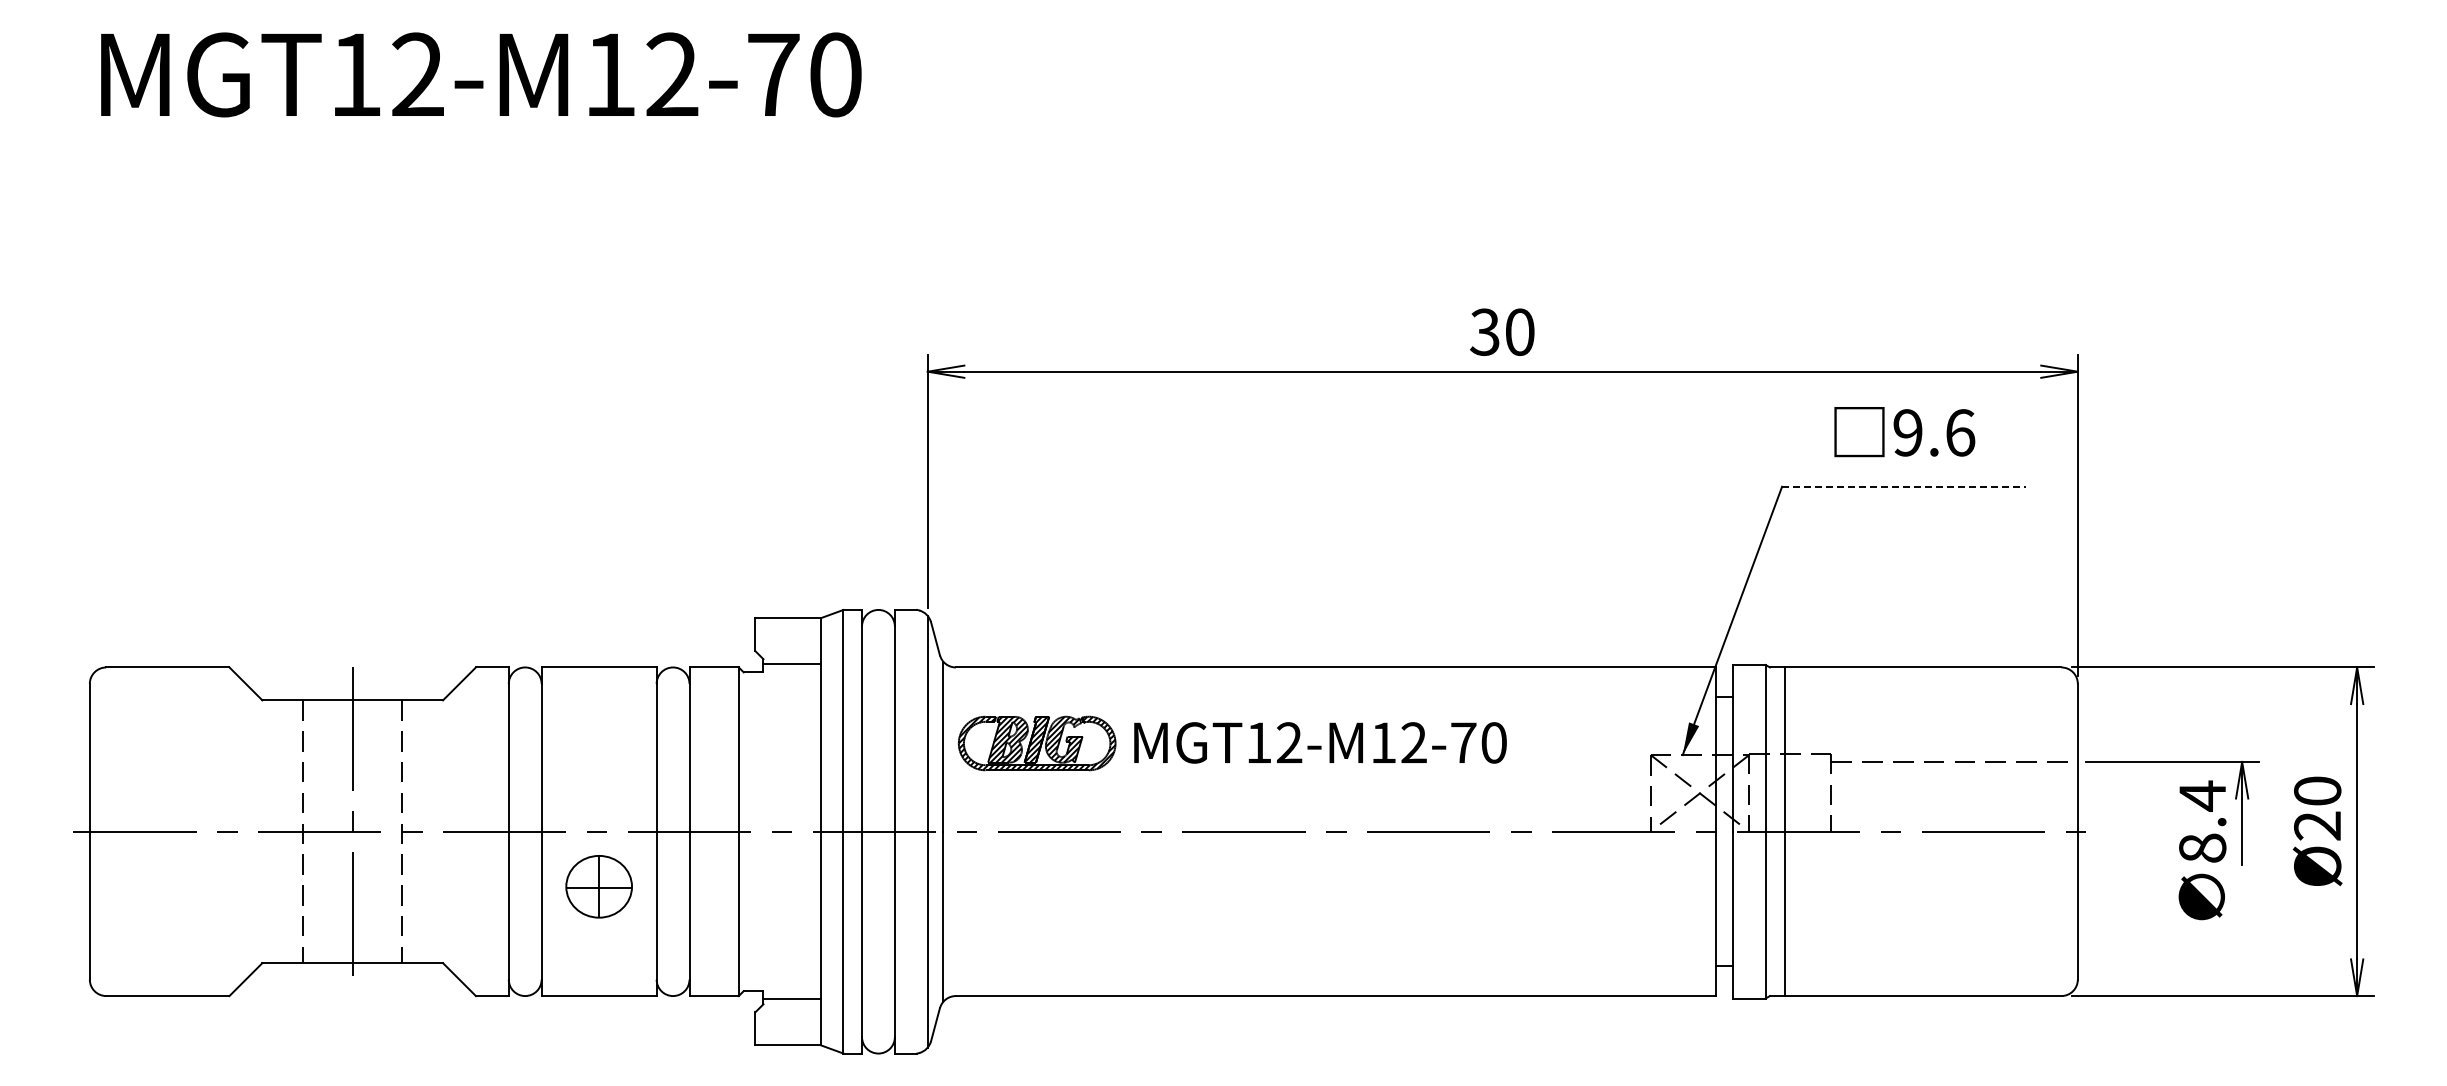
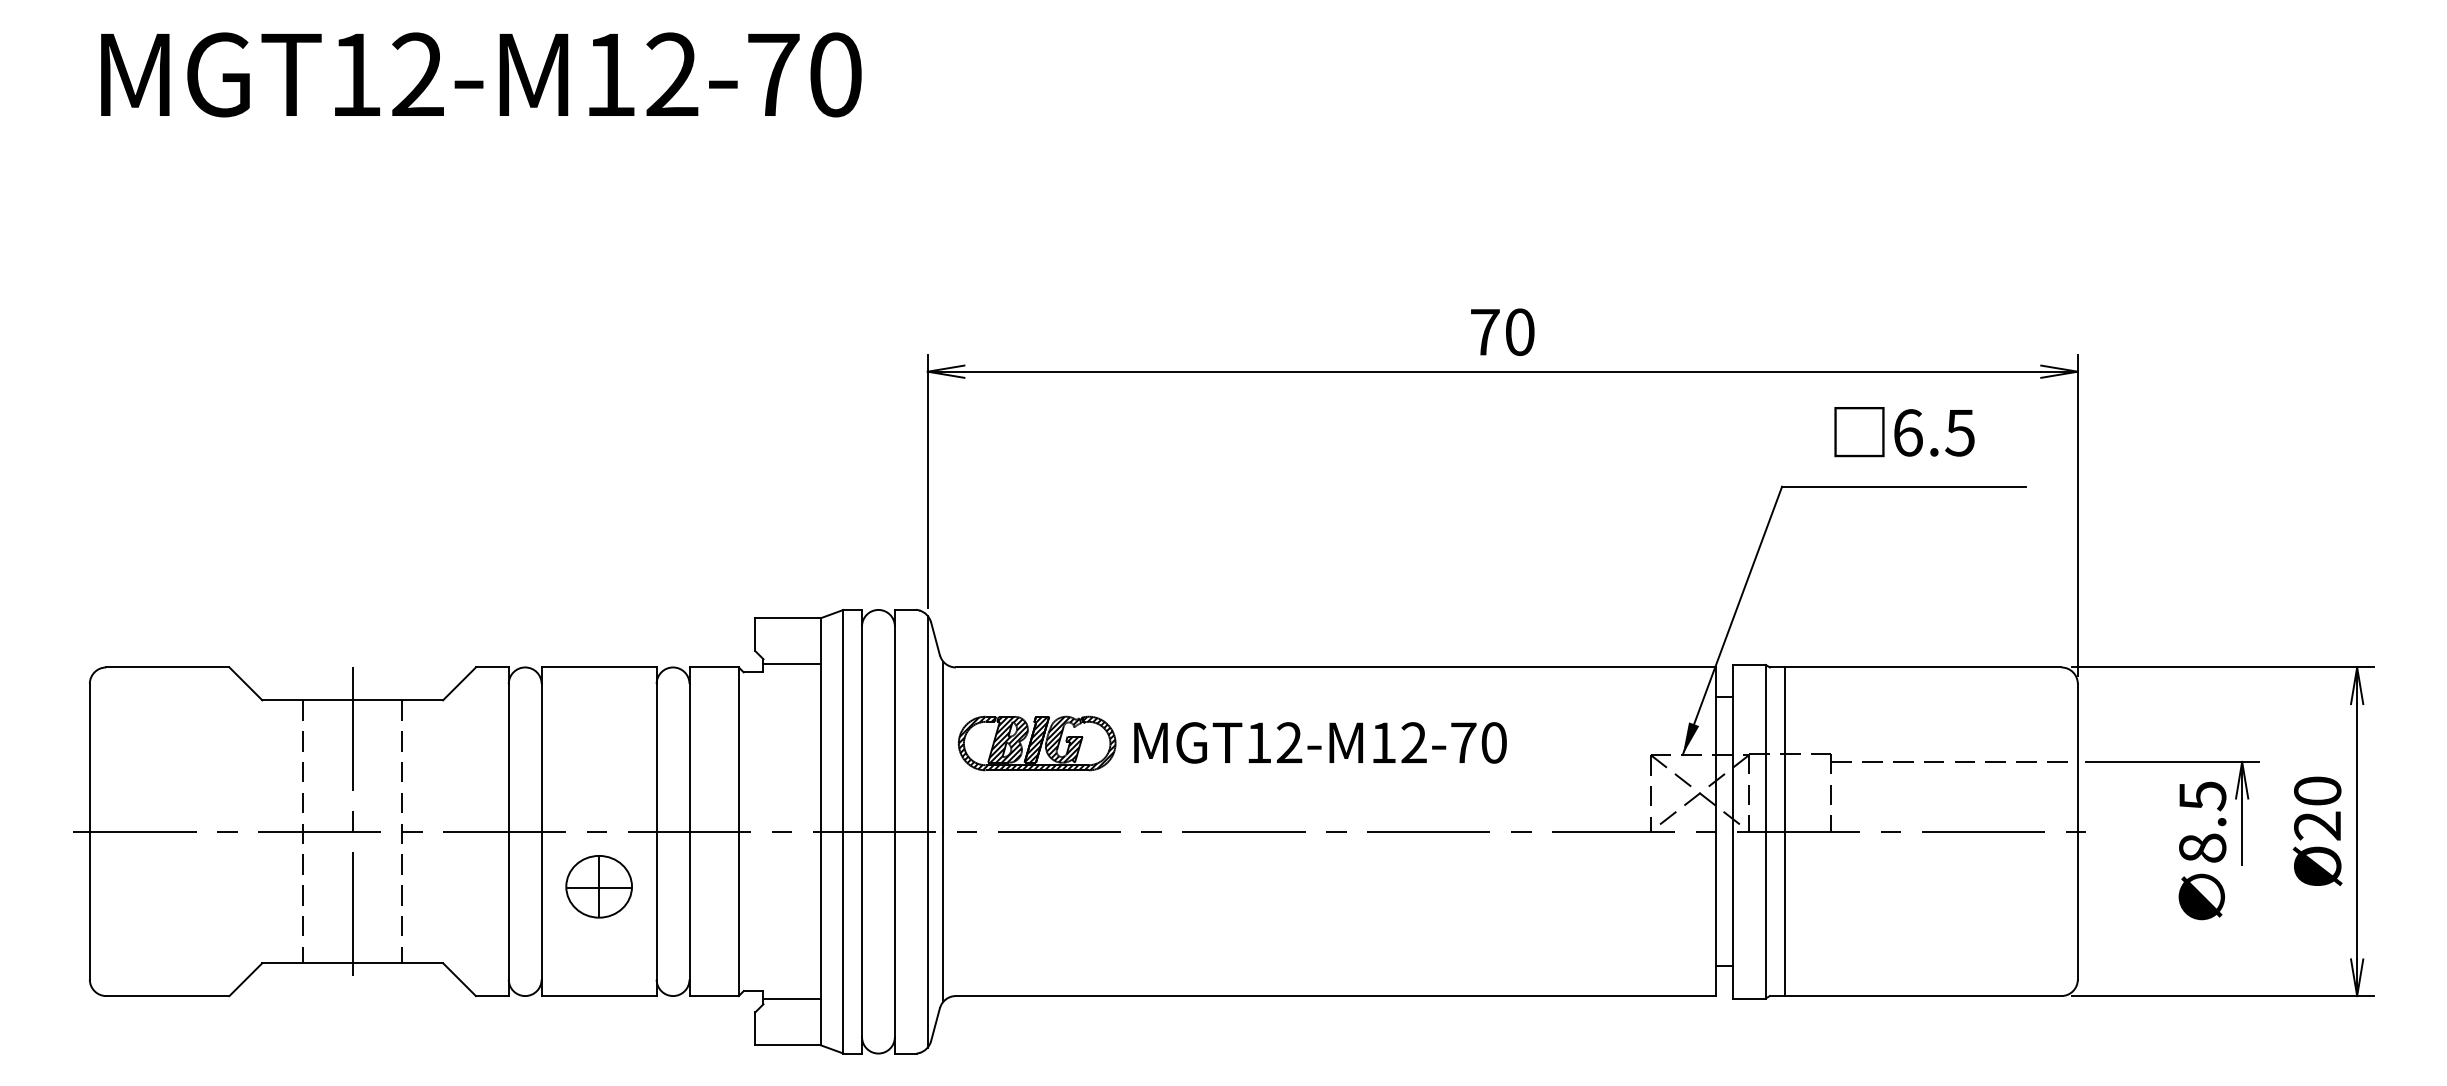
text at (1484, 331): 30 -> 70
text at (1934, 432): 9.6 -> 6.5
line at (1904, 486): dashed -> solid
text at (2202, 795): 8.4 -> 8.5
